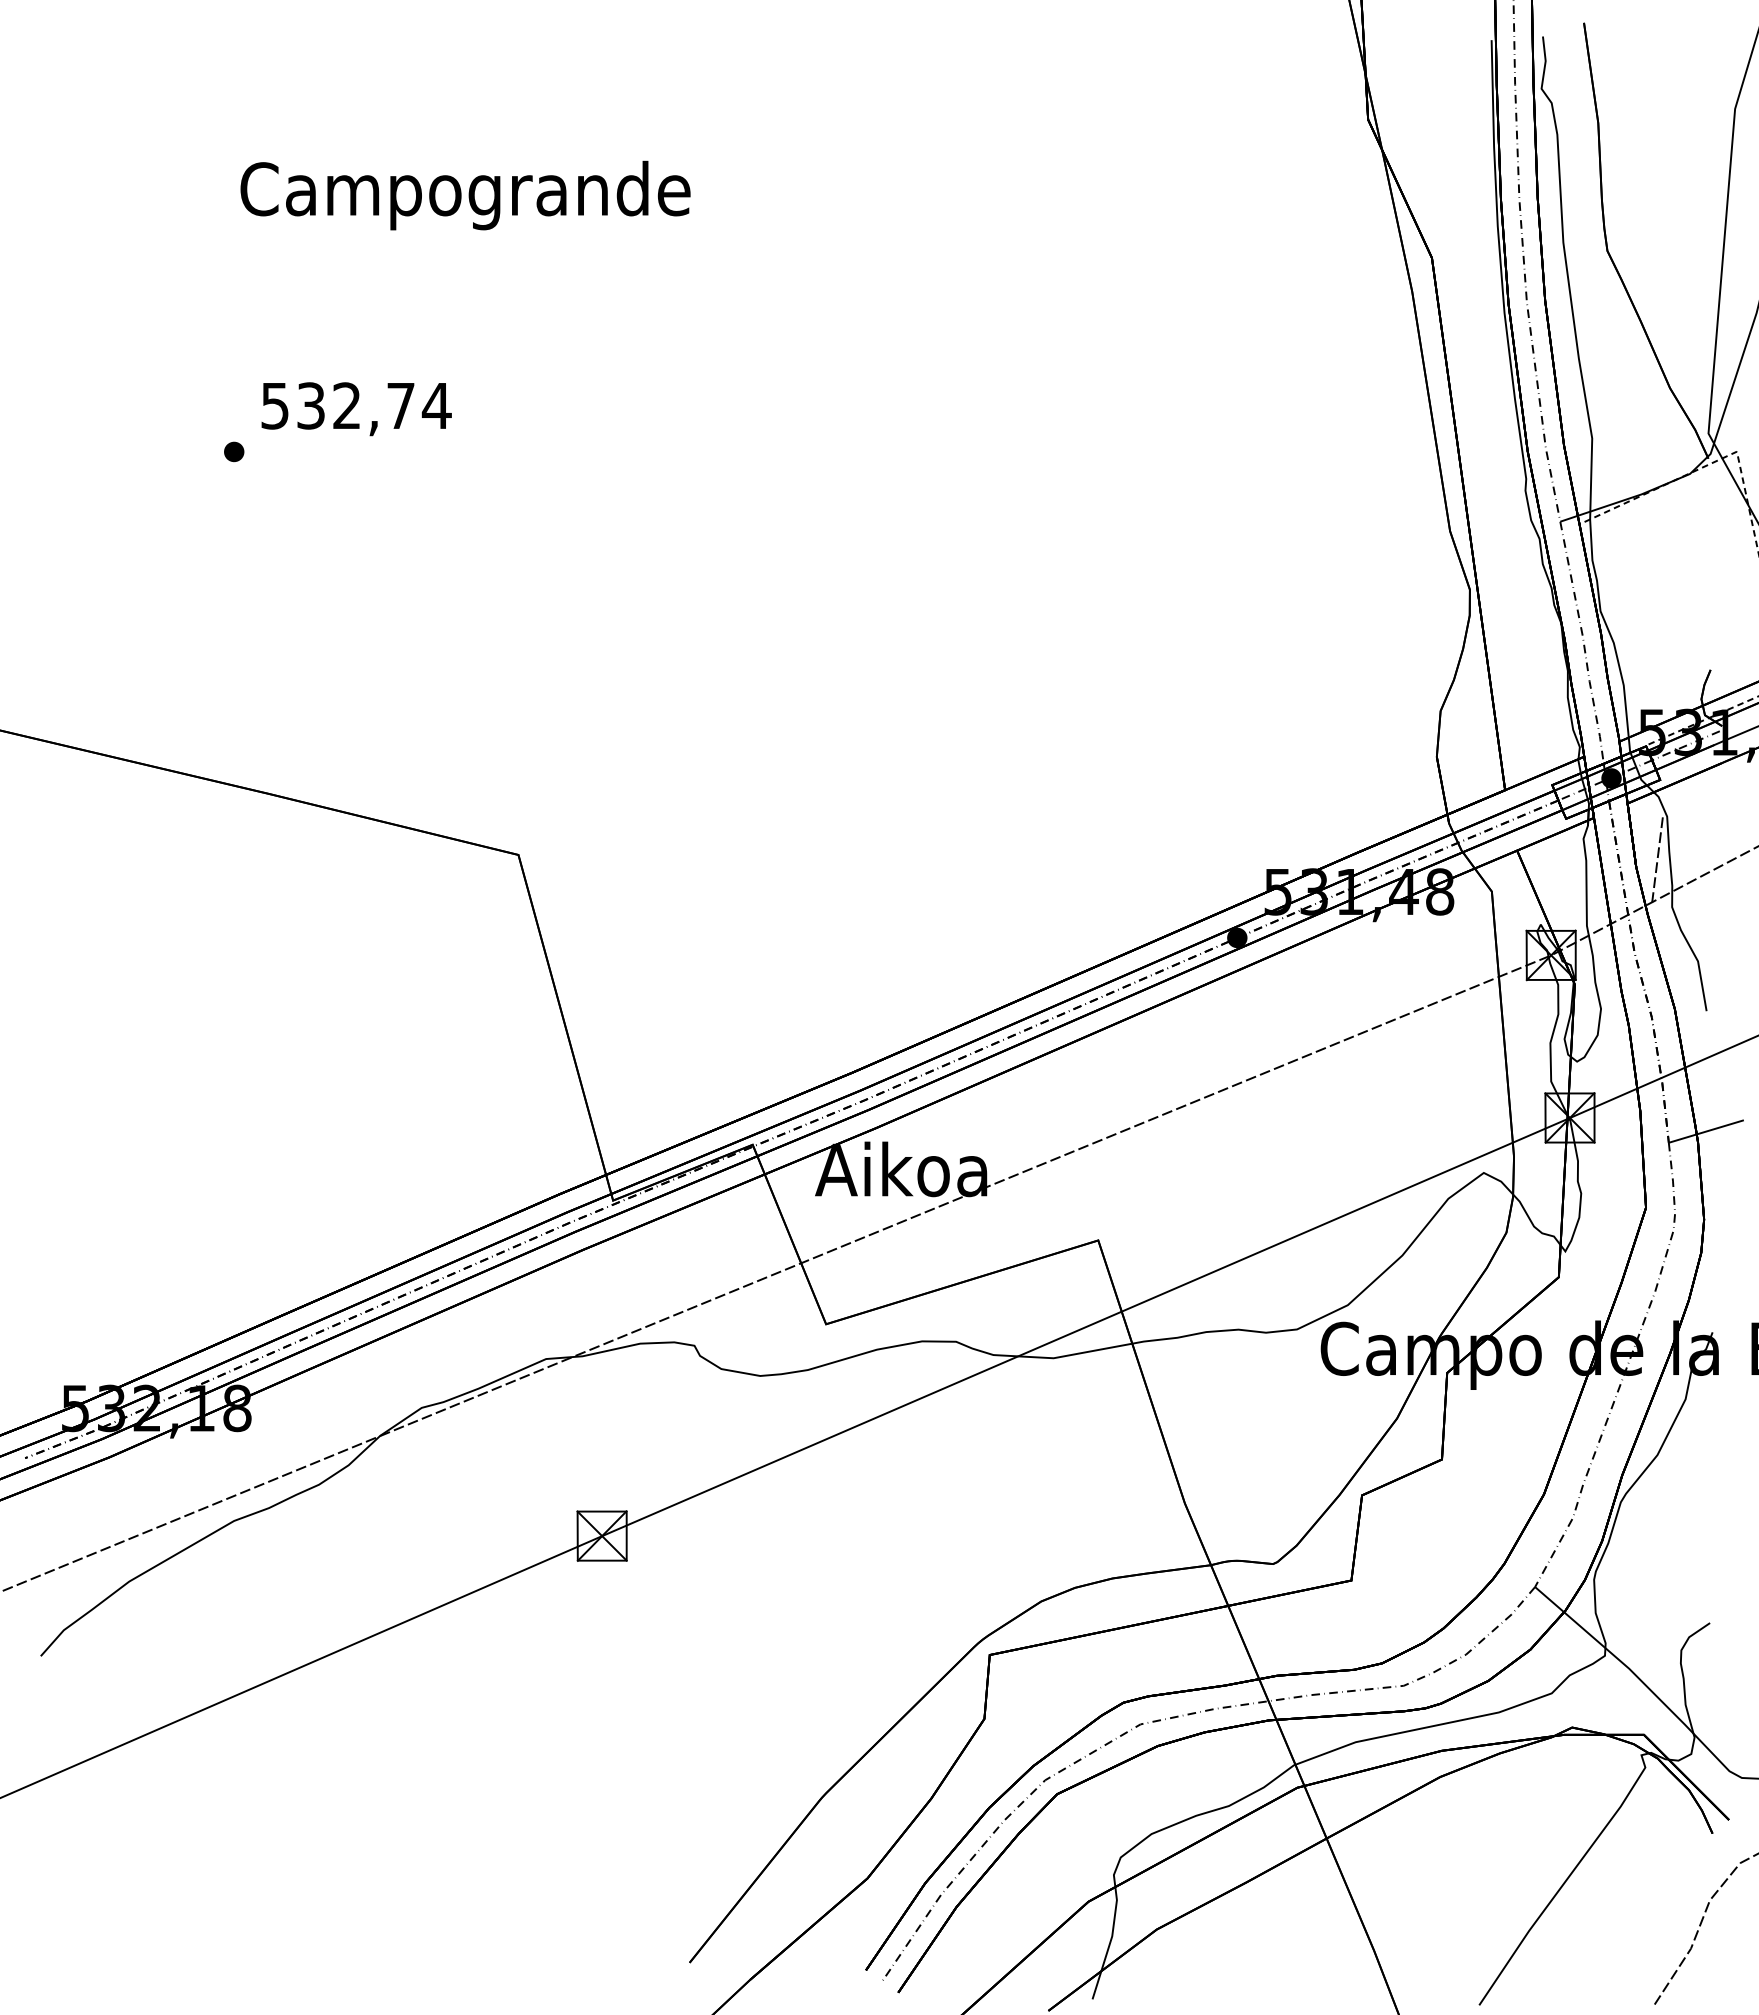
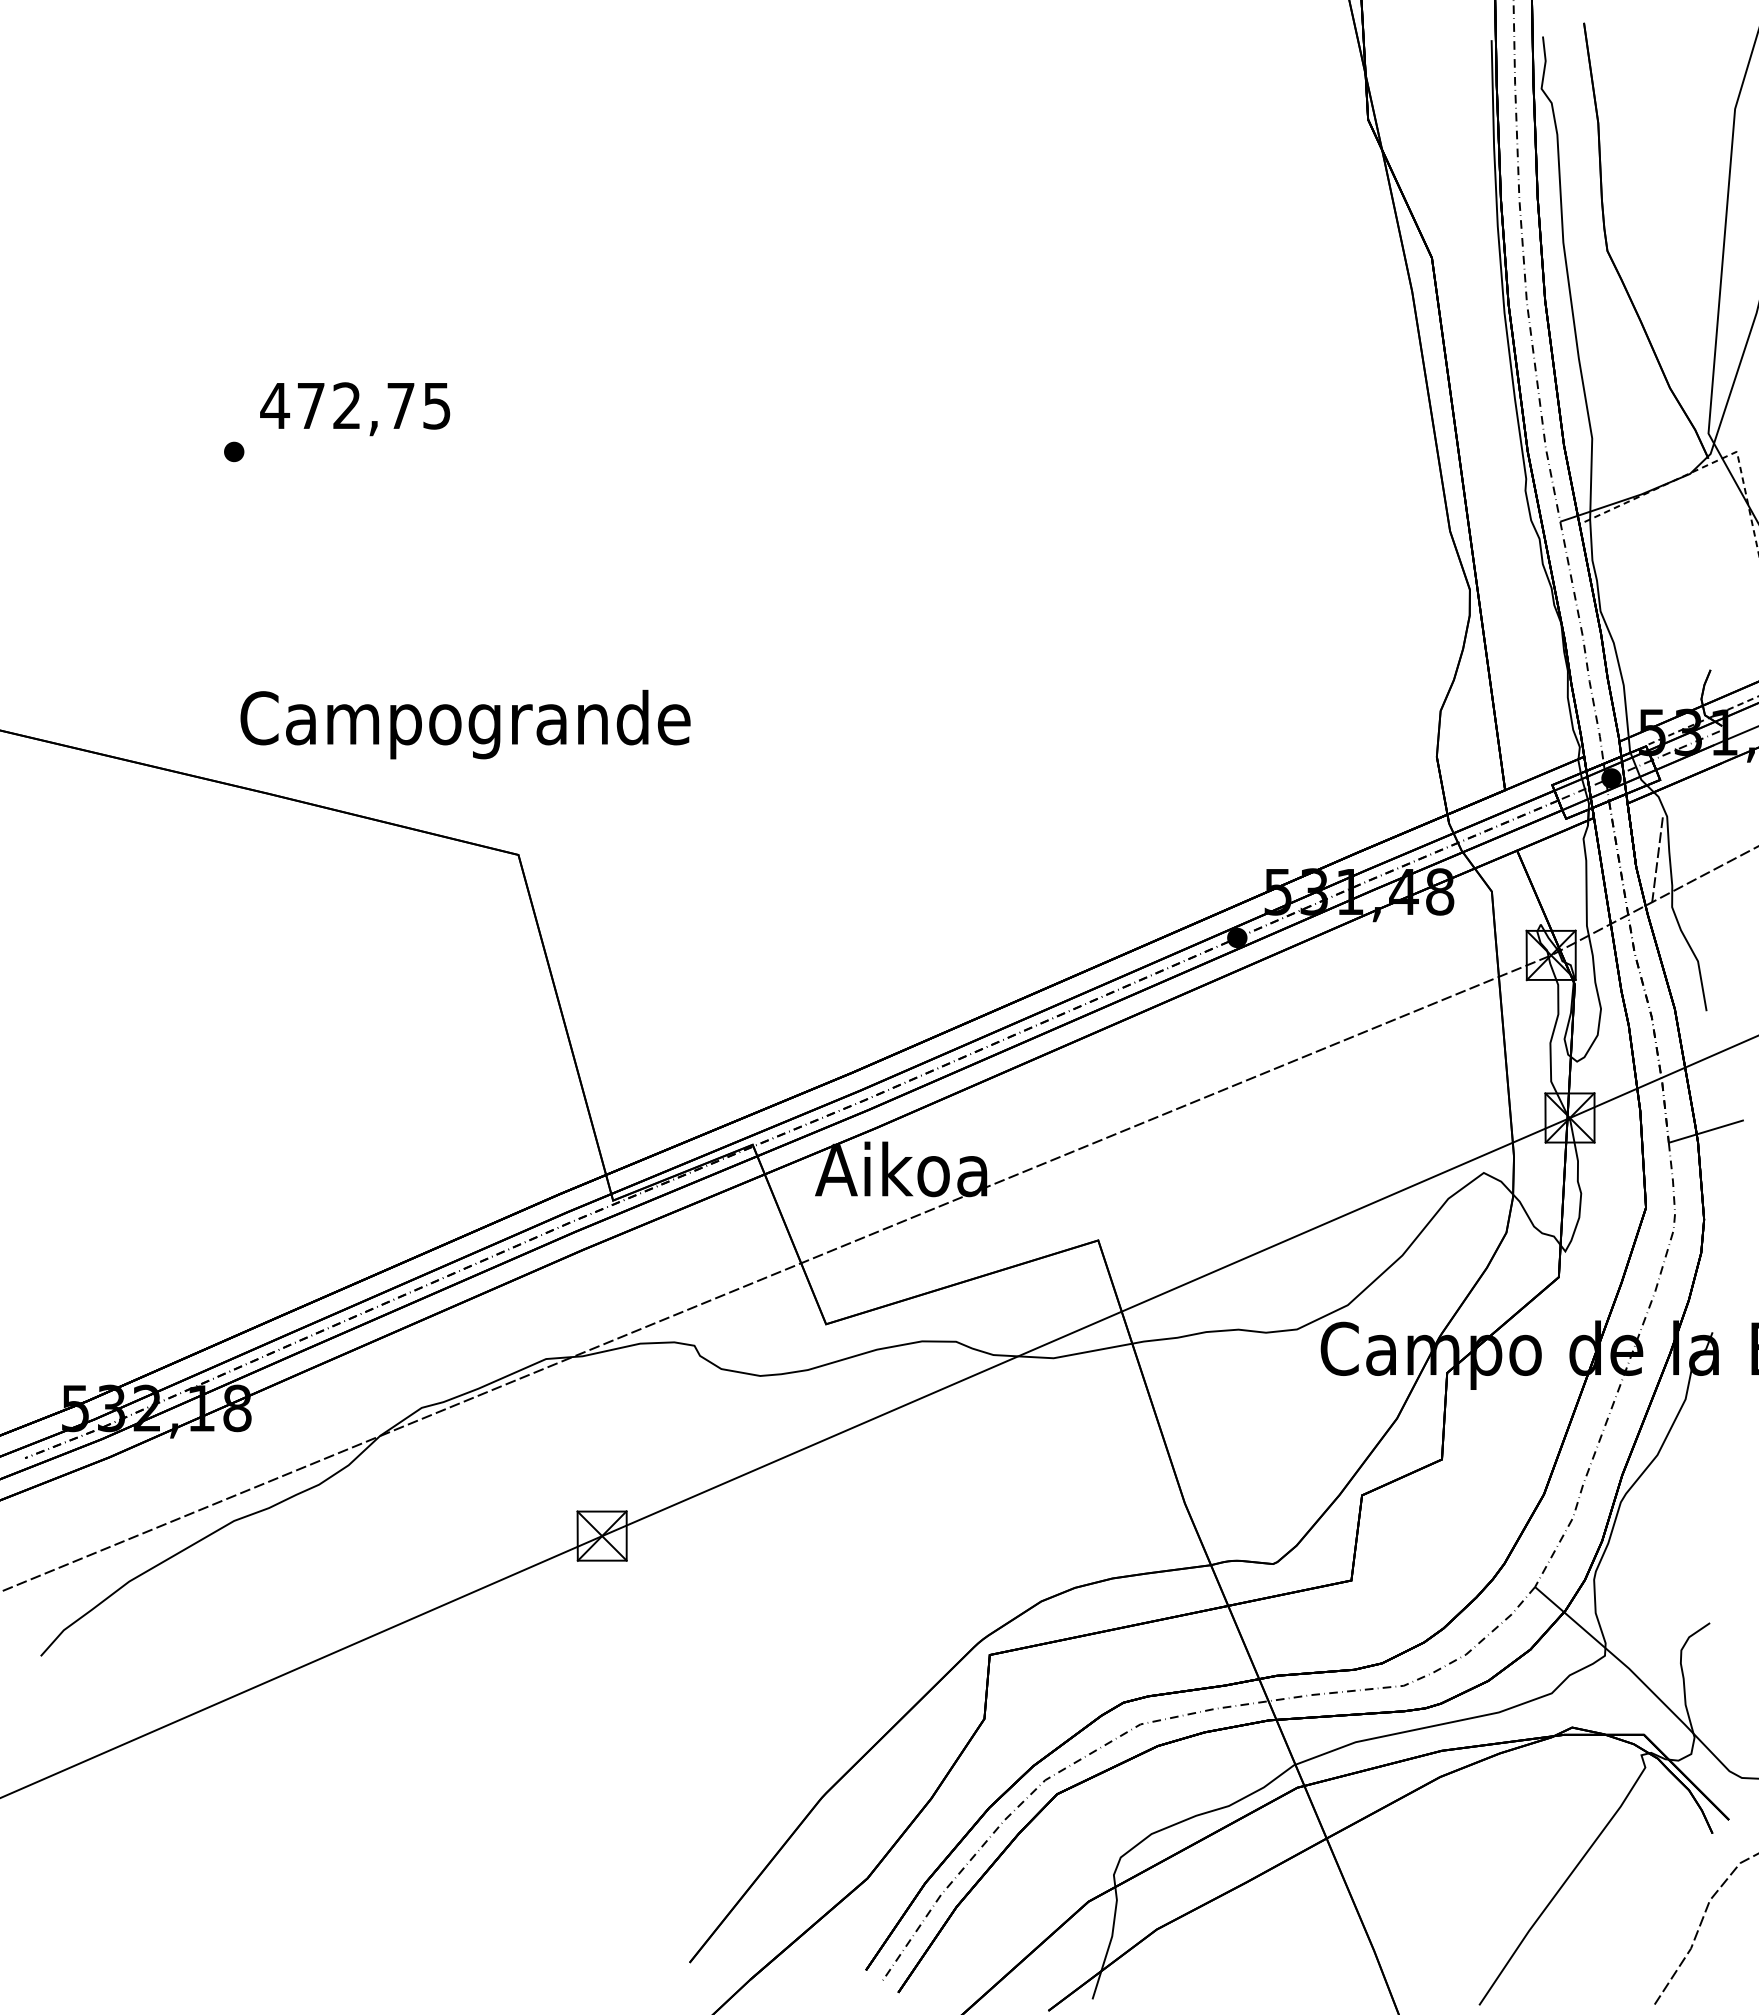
text at (465, 195) position: (465, 195) -> (465, 724)
text at (355, 405): 532,74 -> 472,75
